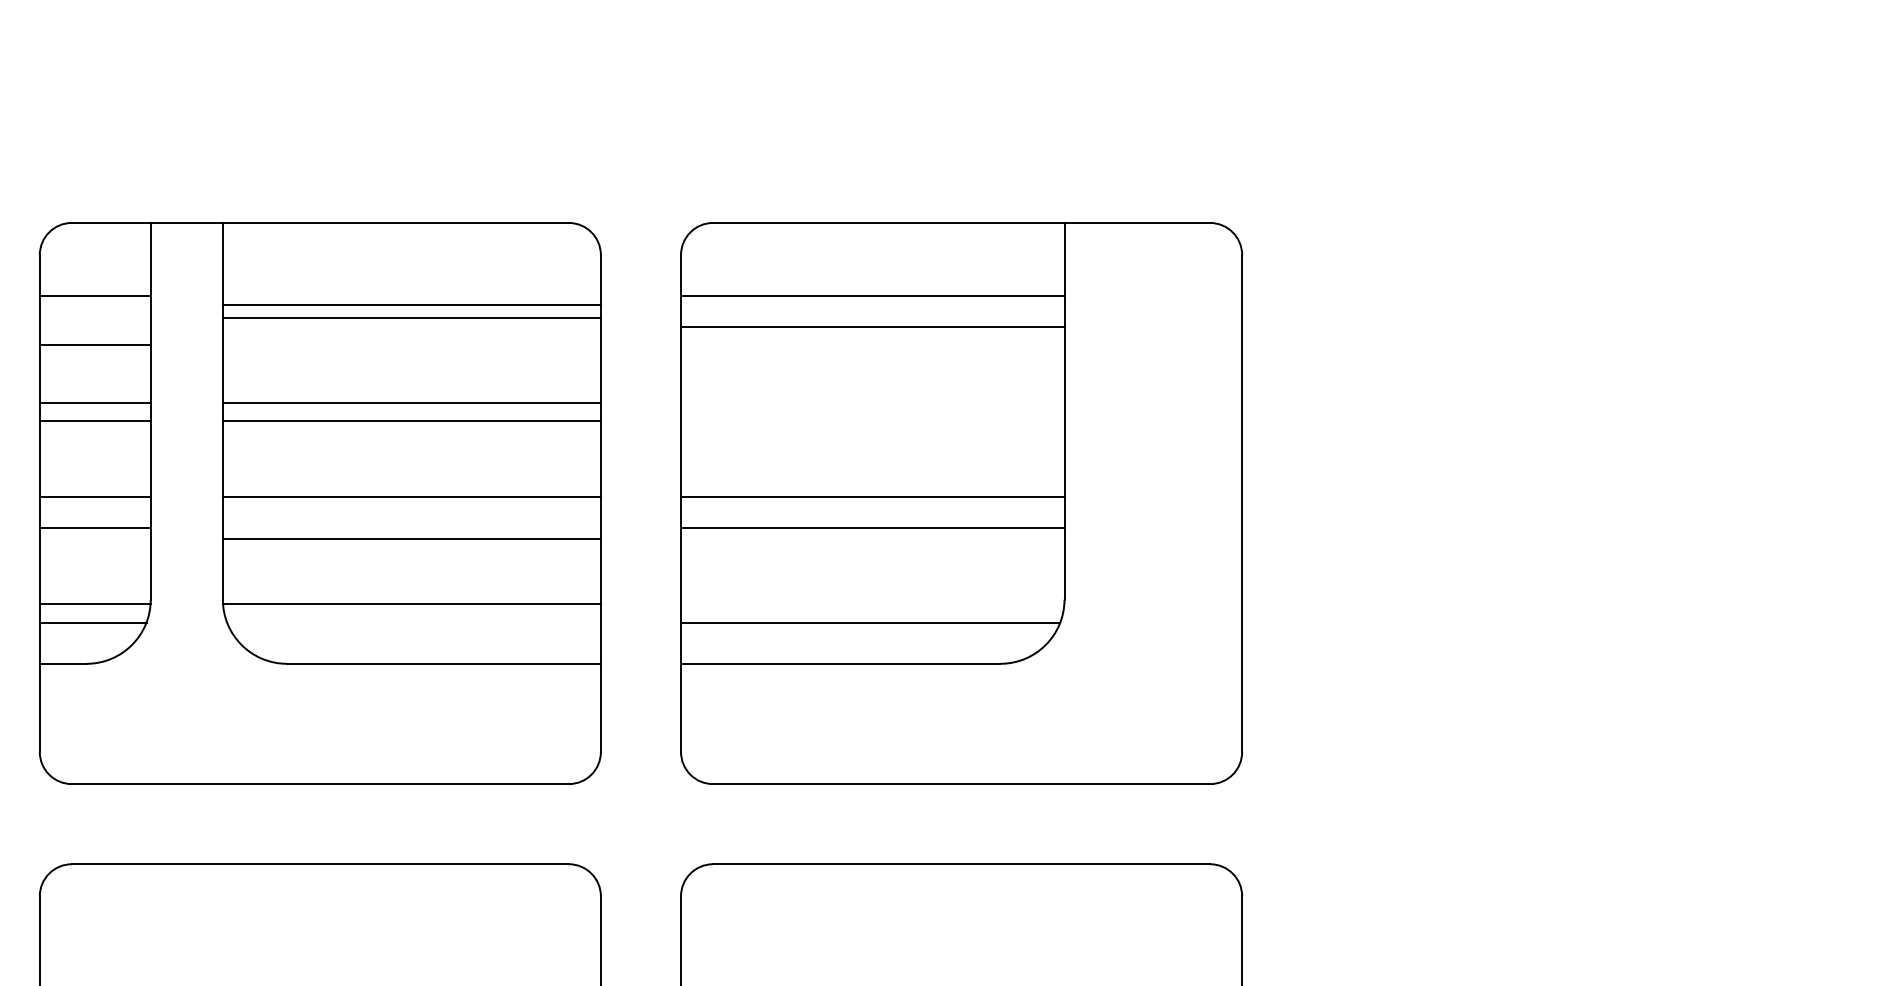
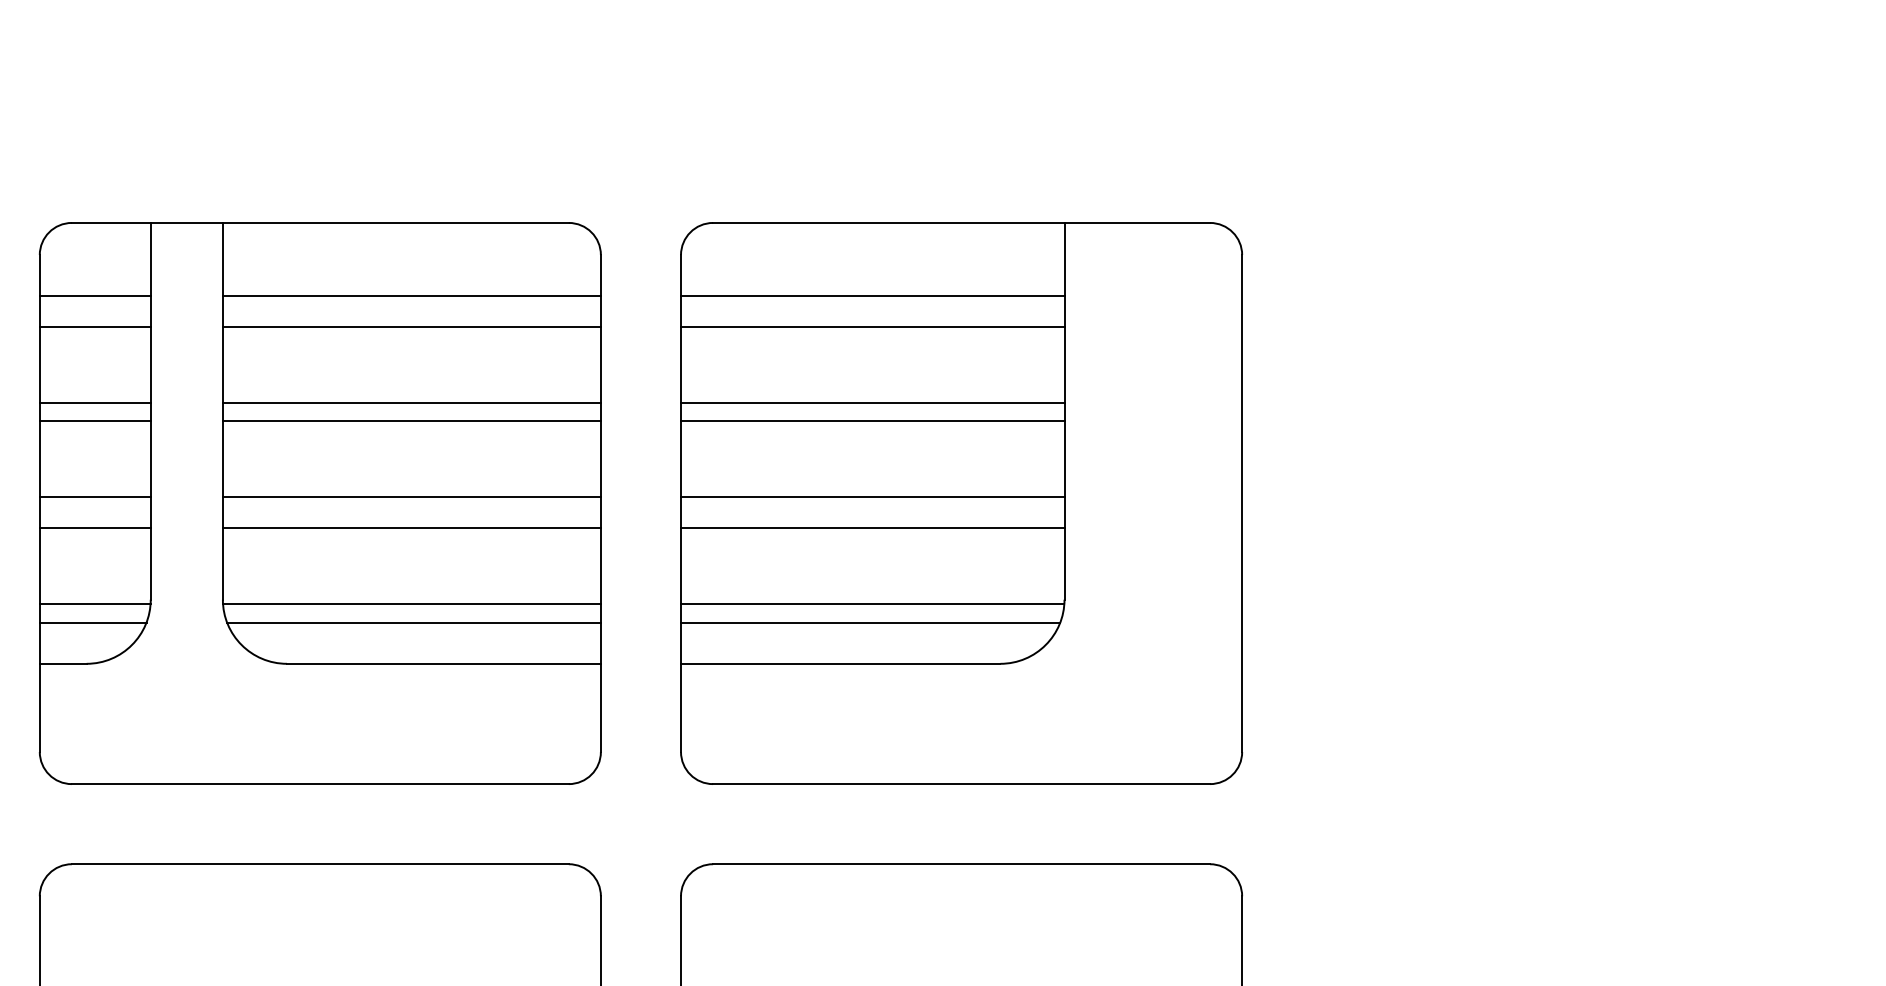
line at (411, 305) position: (411, 305) -> (411, 327)
line at (411, 317) position: (411, 317) -> (411, 295)
line at (94, 345) position: (94, 345) -> (94, 327)
line at (872, 402): none -> present
line at (872, 421): none -> present
line at (411, 539) position: (411, 539) -> (411, 528)
line at (872, 603): none -> present
line at (413, 622): none -> present
